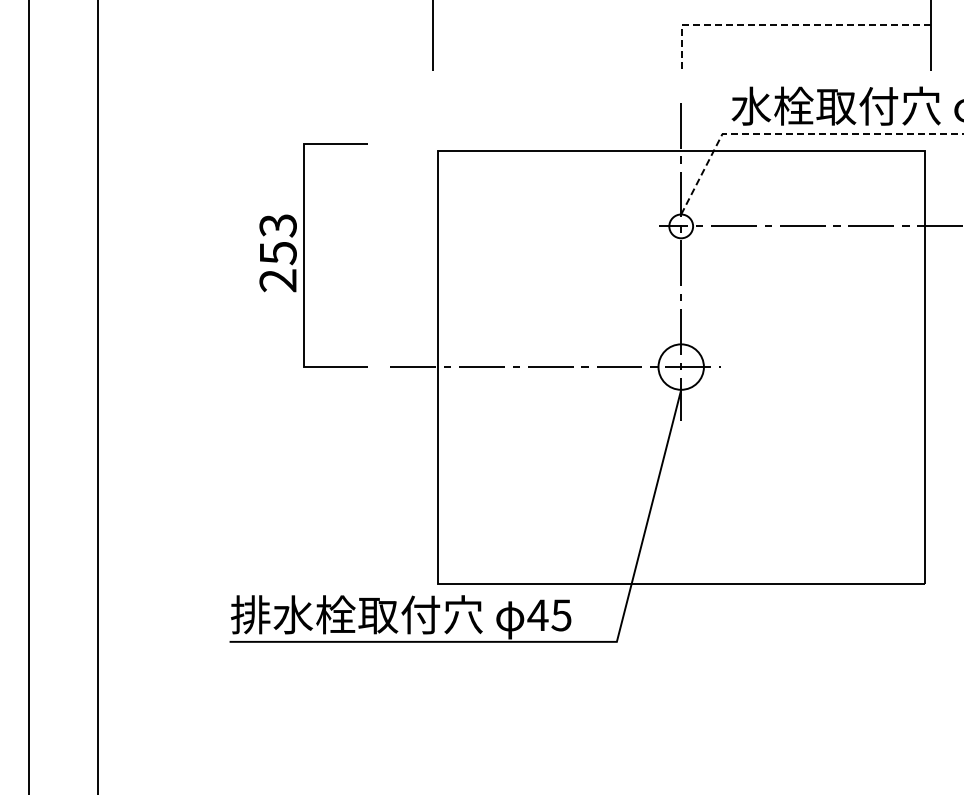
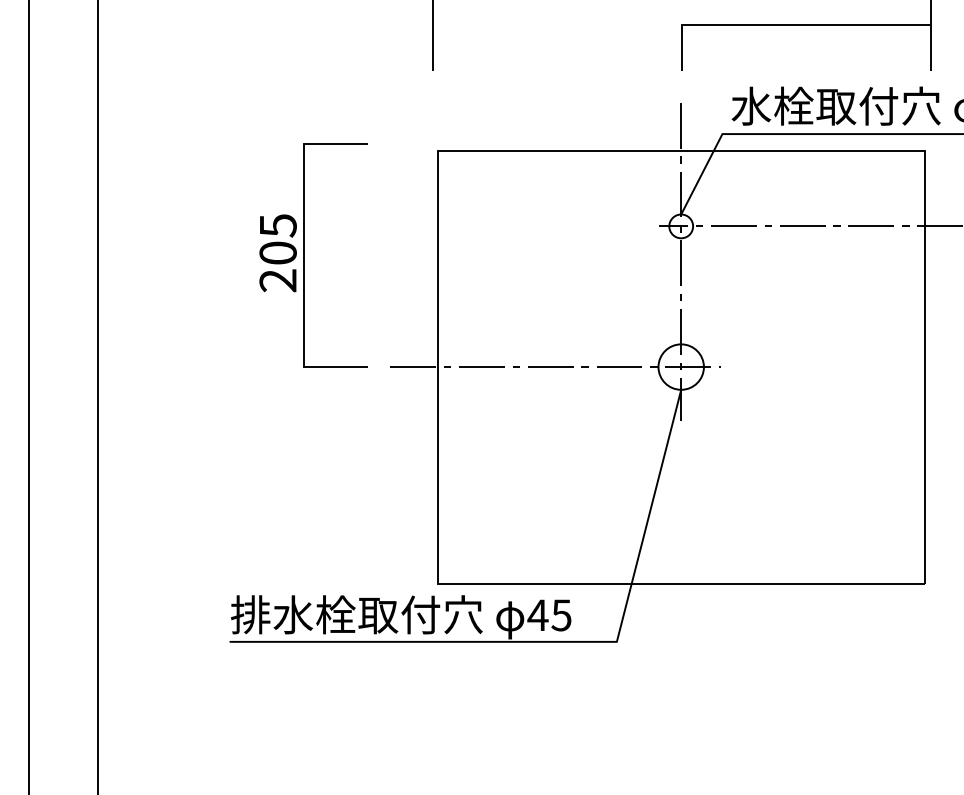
line at (781, 25): dashed -> solid
line at (797, 134): dashed -> solid
text at (277, 239): 253 -> 205
